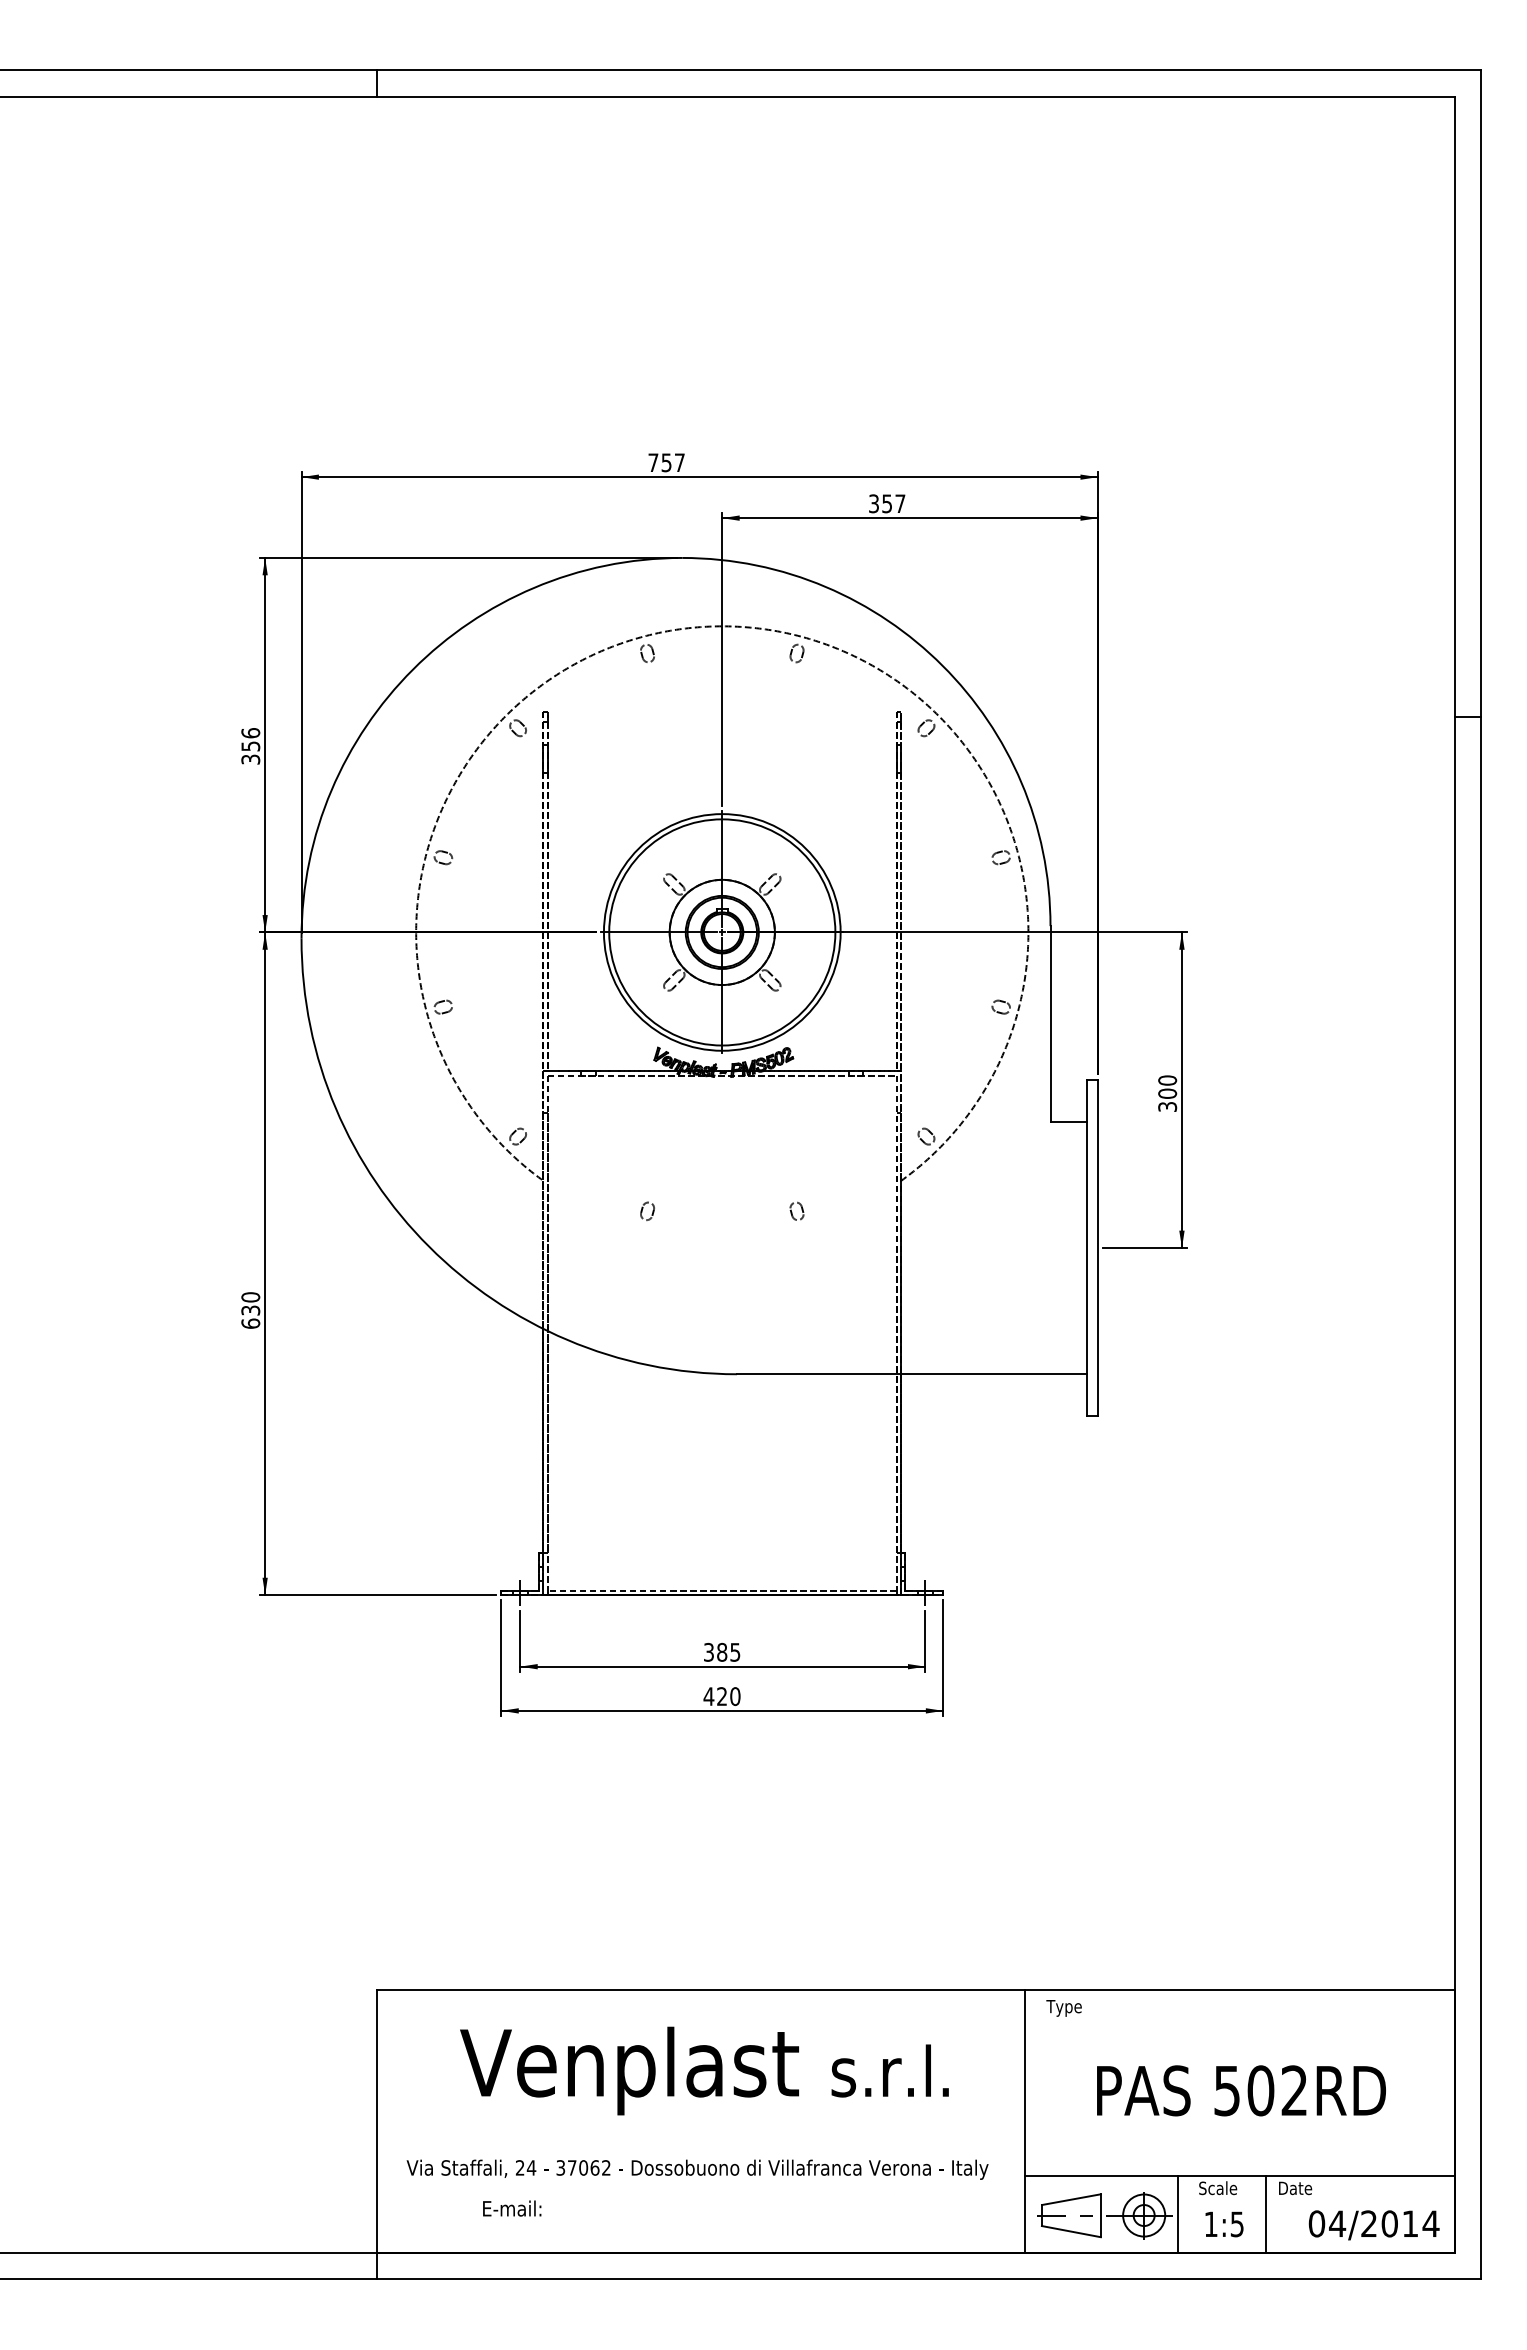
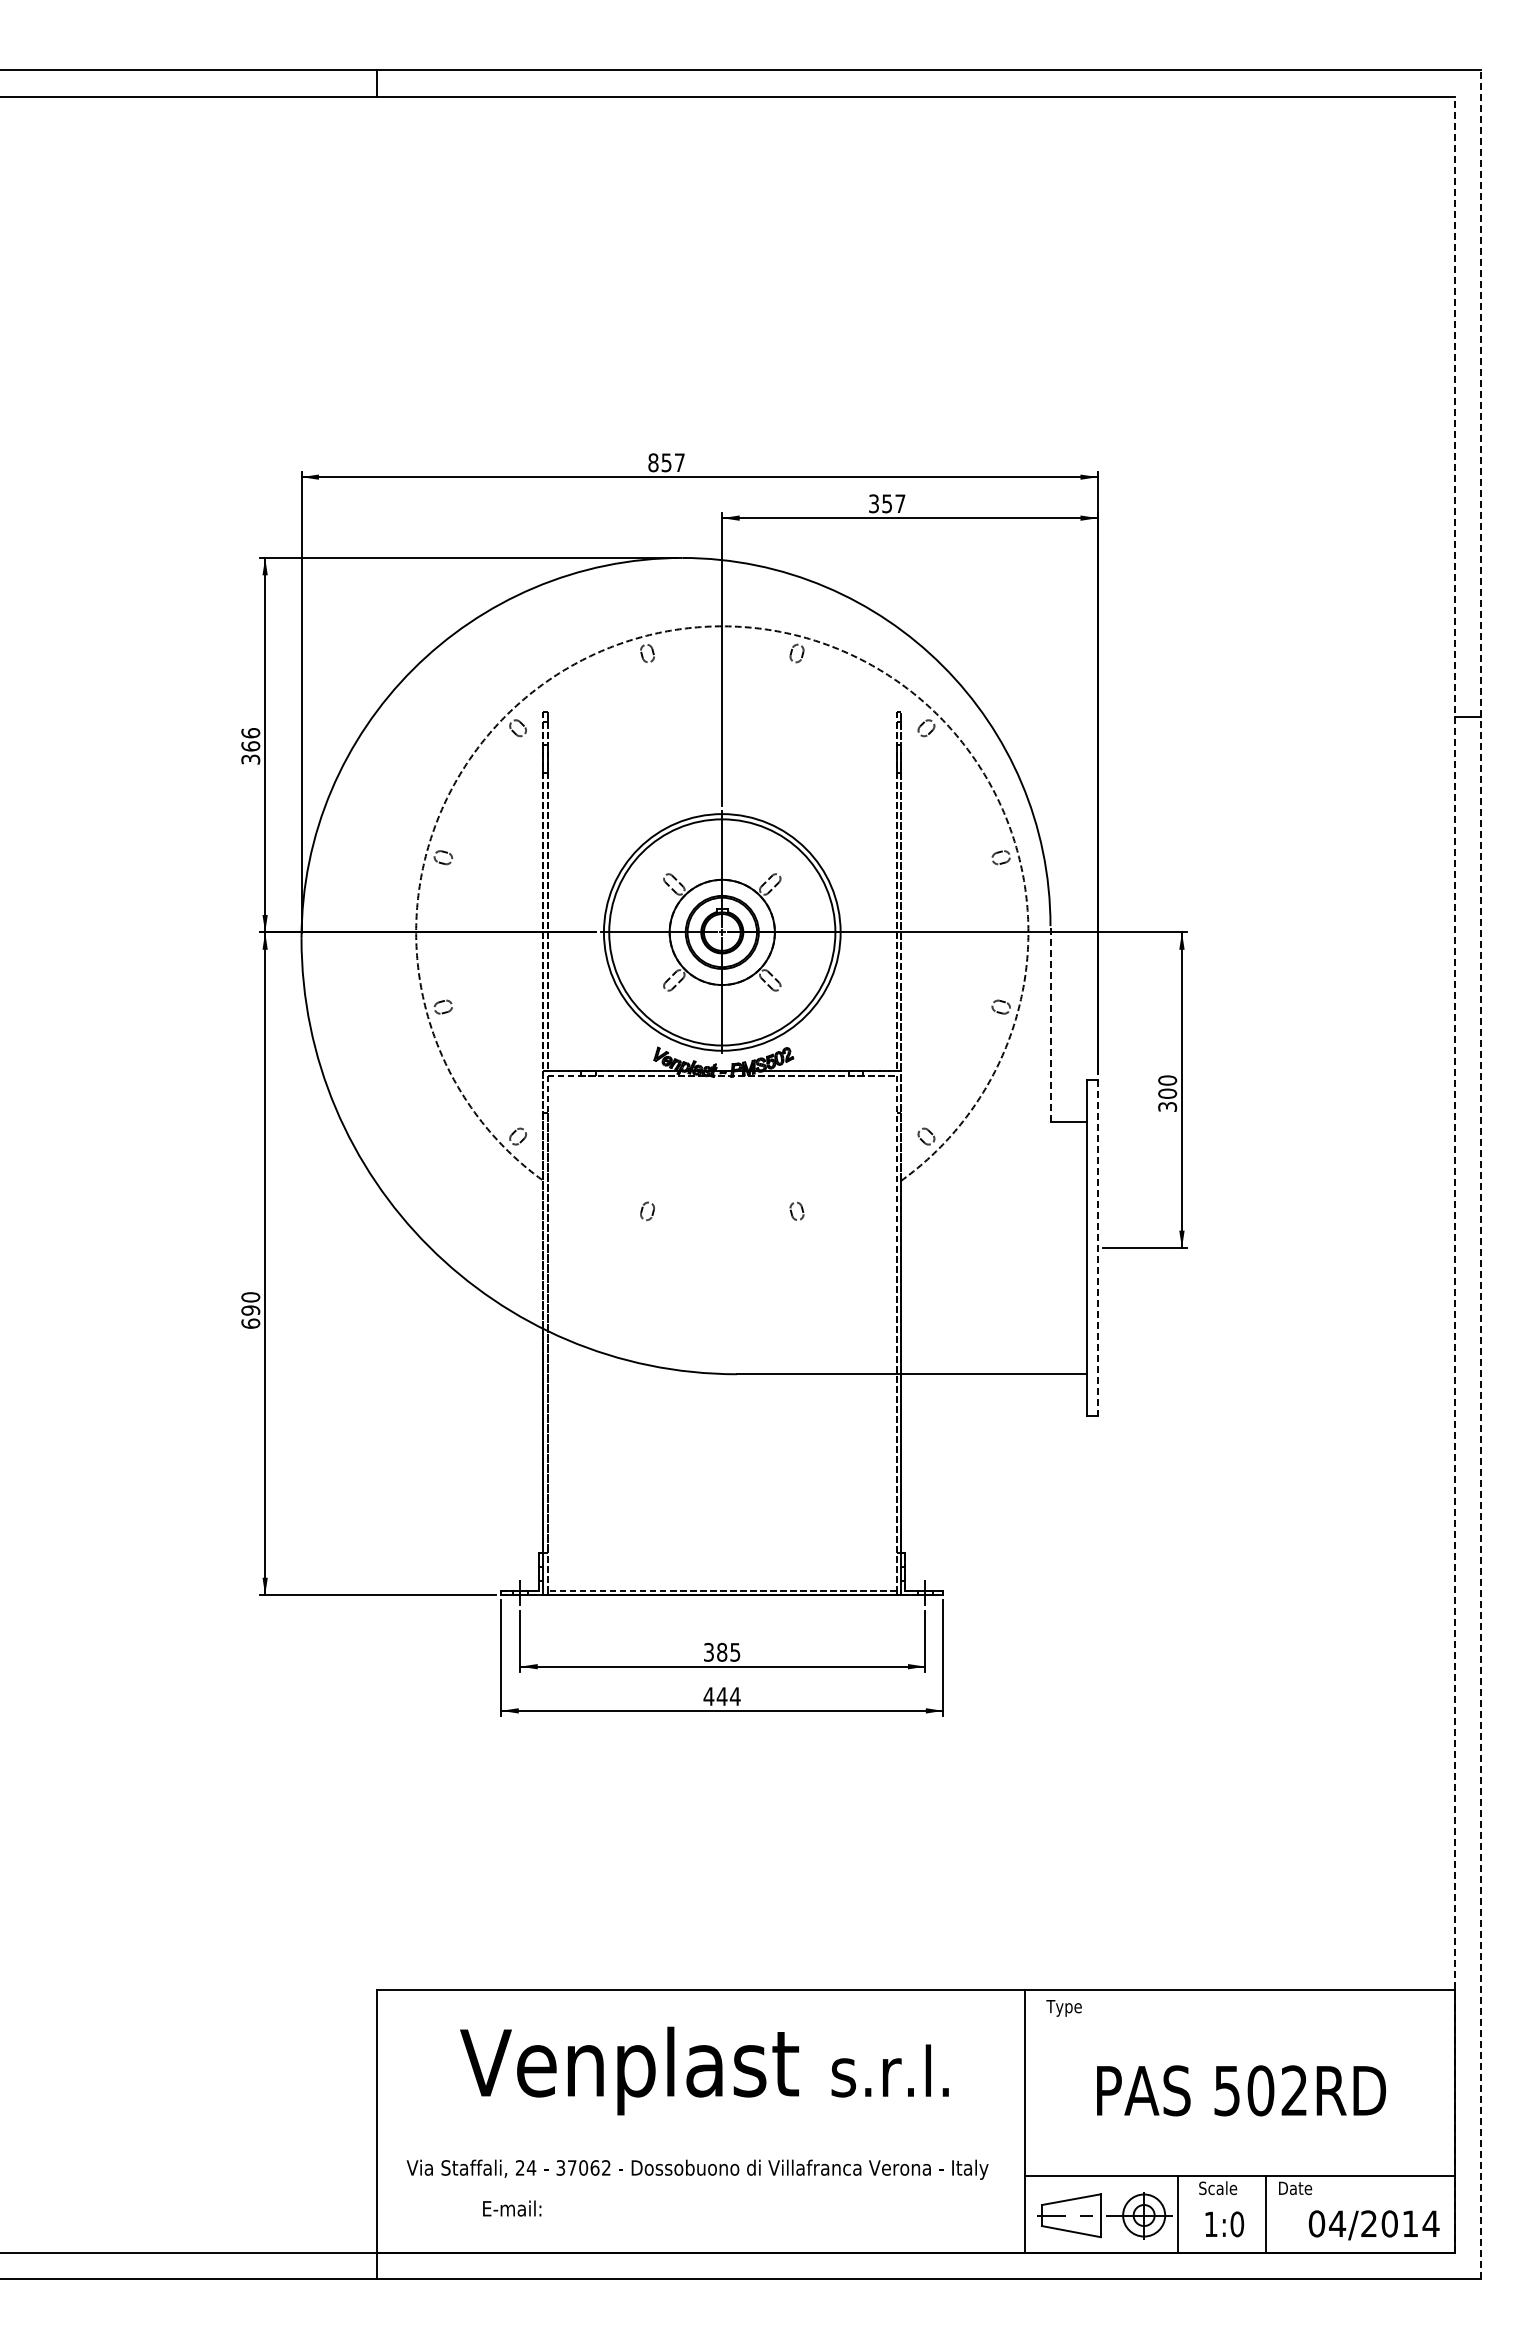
text at (653, 462): 757 -> 857
text at (250, 746): 356 -> 366
line at (1050, 1023): solid -> dashed
line at (1454, 1174): solid -> dashed
line at (1481, 1174): solid -> dashed
line at (1097, 1248): solid -> dashed
text at (250, 1310): 630 -> 690
text at (728, 1696): 420 -> 444
text at (1237, 2224): 1:5 -> 1:0
